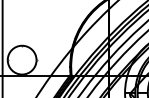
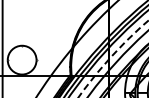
arc at (110, 57): solid -> dashed
